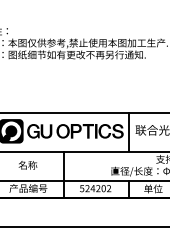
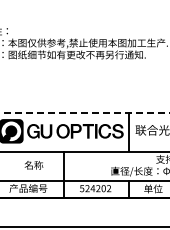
line at (84, 112): solid -> dashed
text at (27, 165) position: (27, 165) -> (33, 165)
